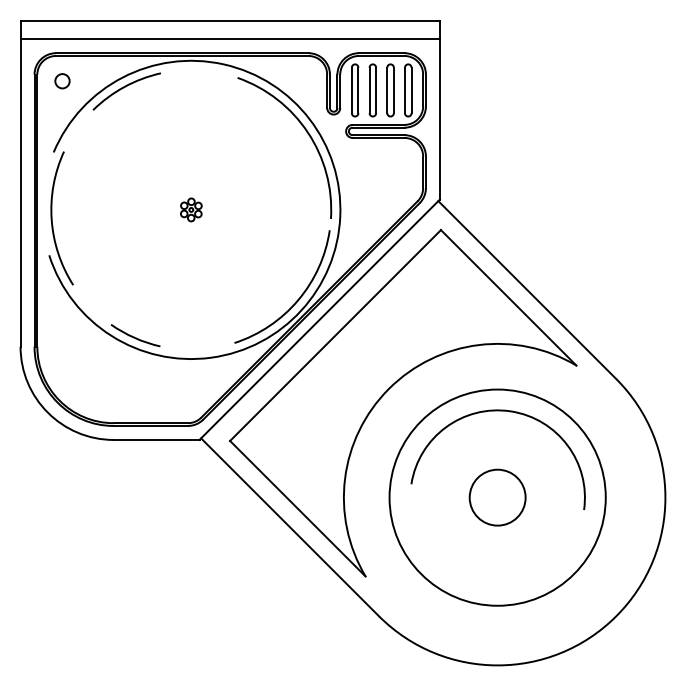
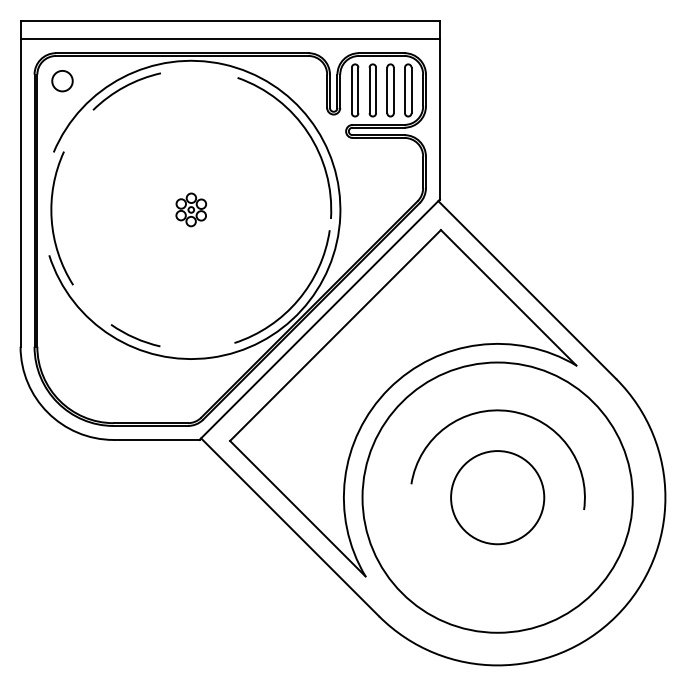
circle at (62, 81) size: 17x17 px -> 23x23 px
part at (191, 209) size: 23x26 px -> 33x36 px
circle at (497, 497) diameter: 216 px -> 270 px
circle at (497, 497) diameter: 56 px -> 93 px
